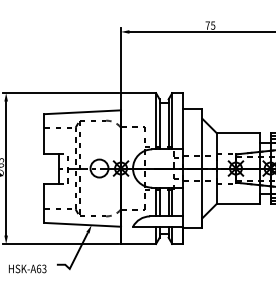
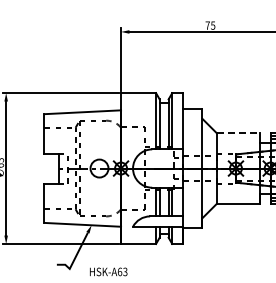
line at (238, 133): solid -> dashed
text at (27, 268) position: (27, 268) -> (108, 271)
